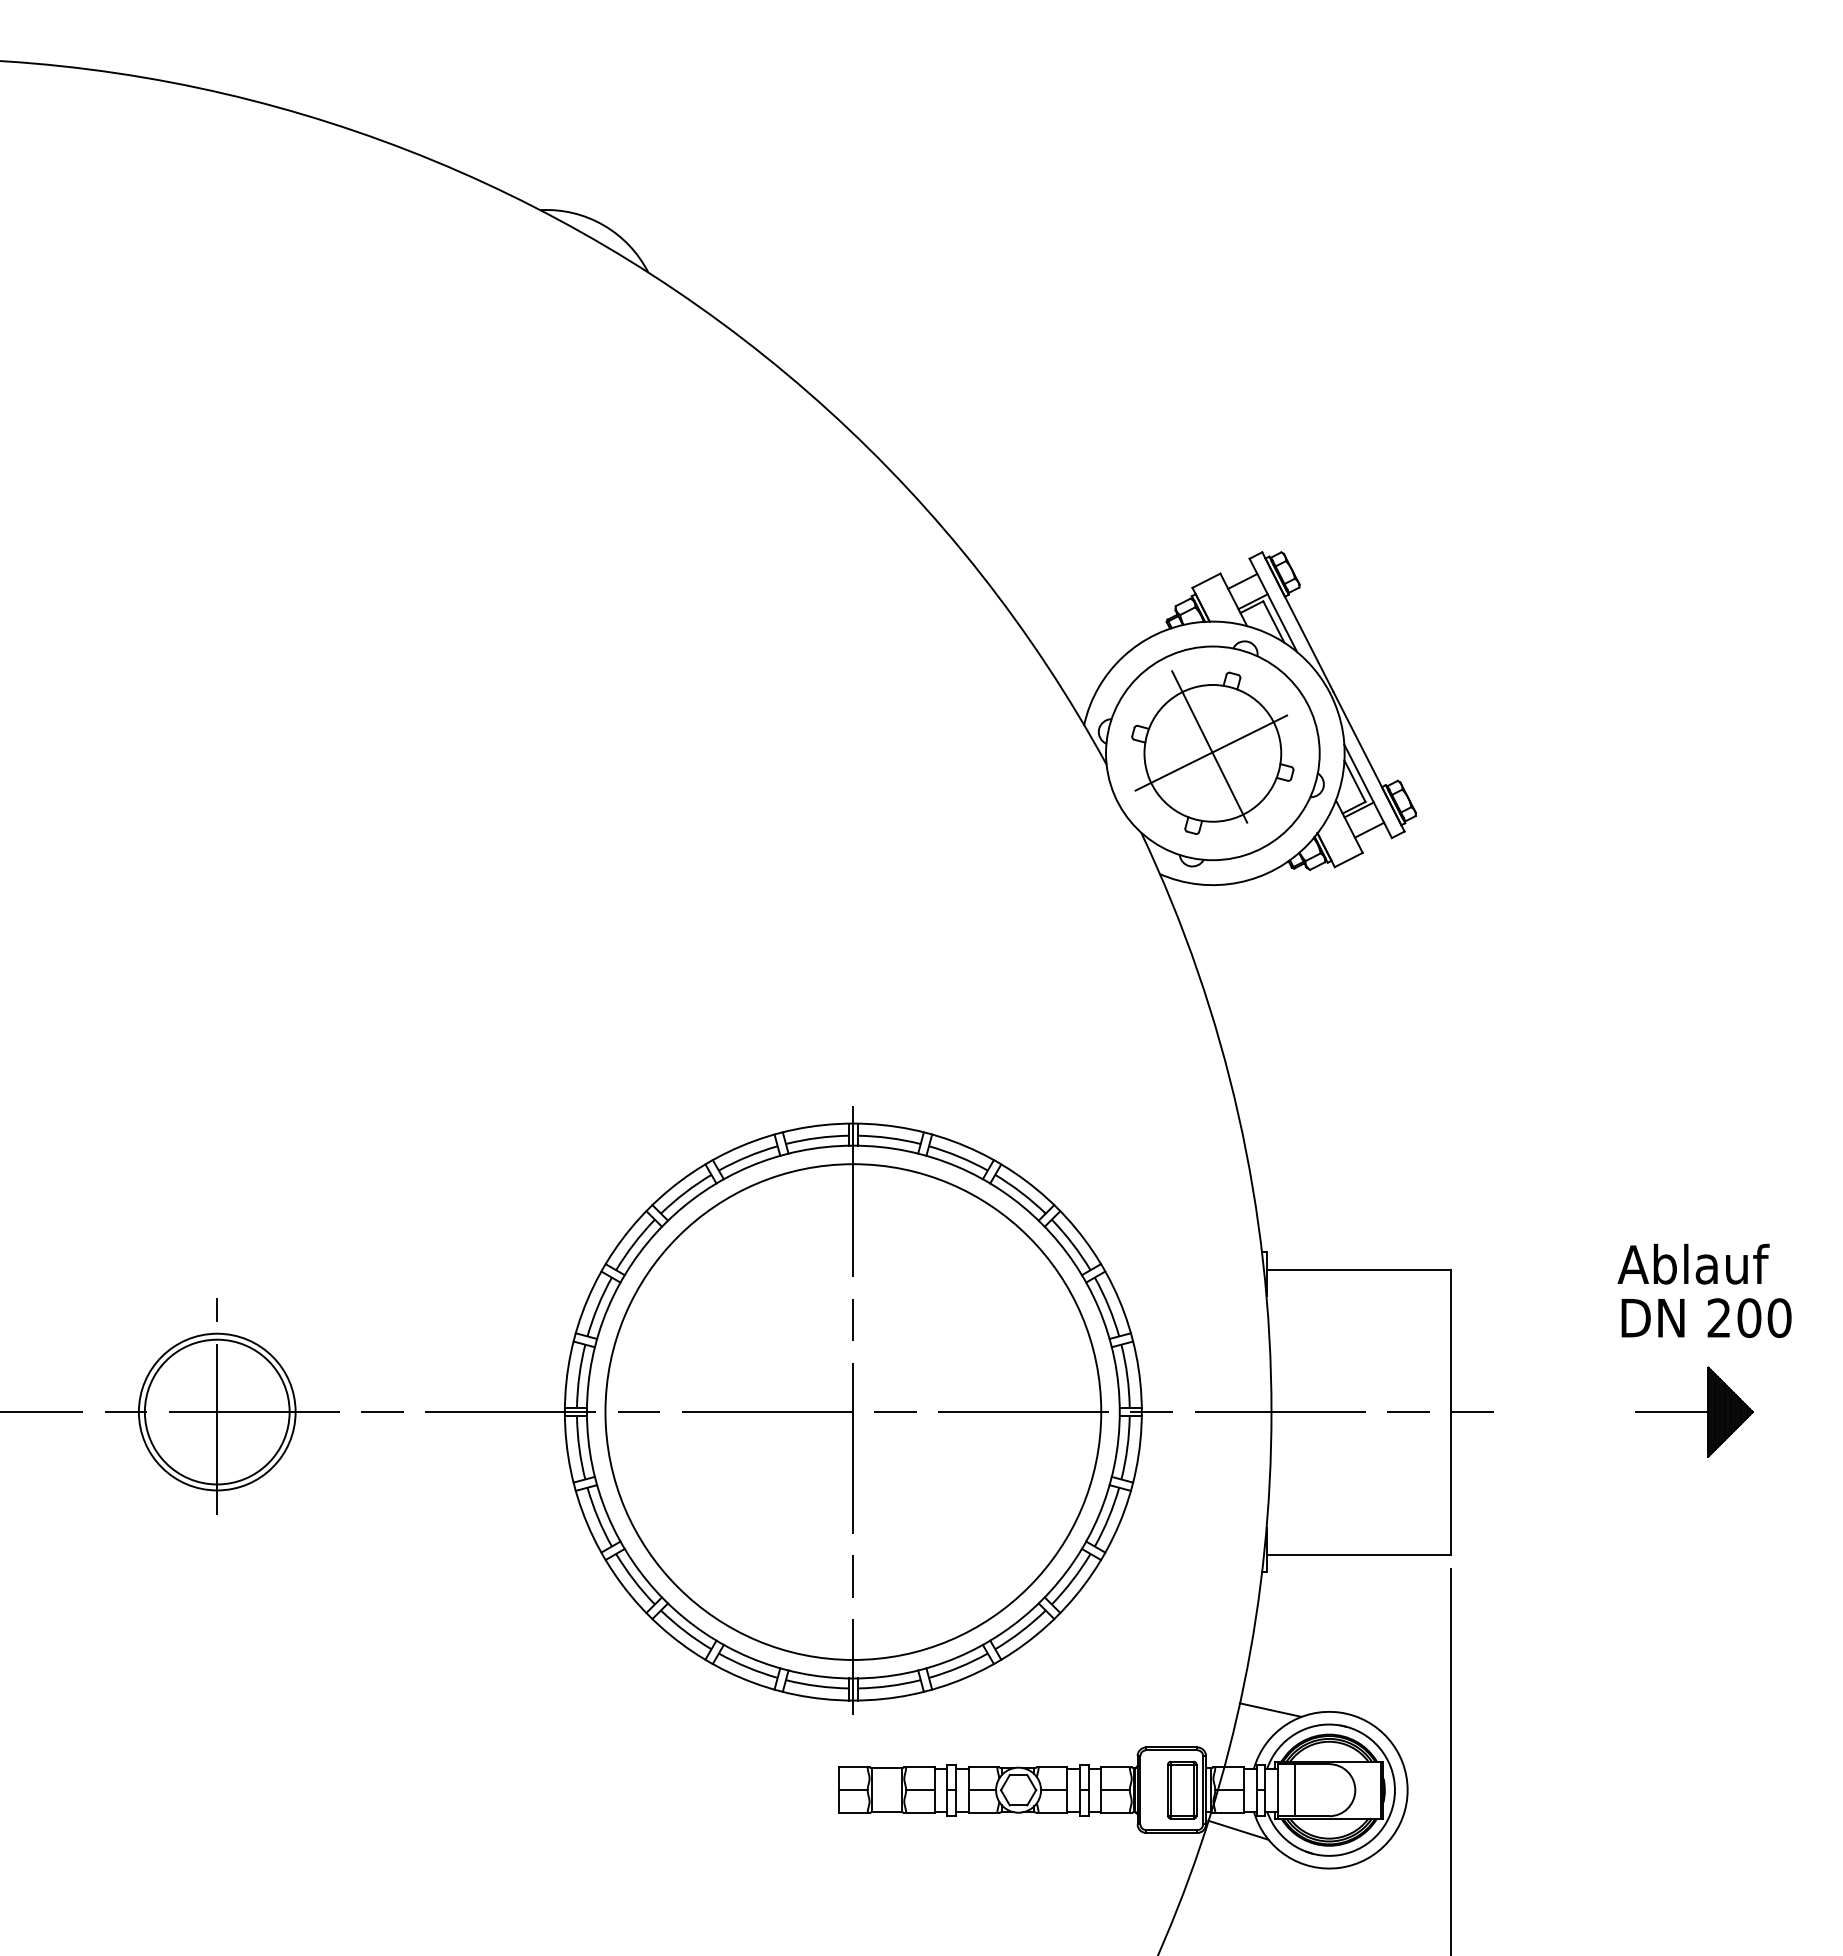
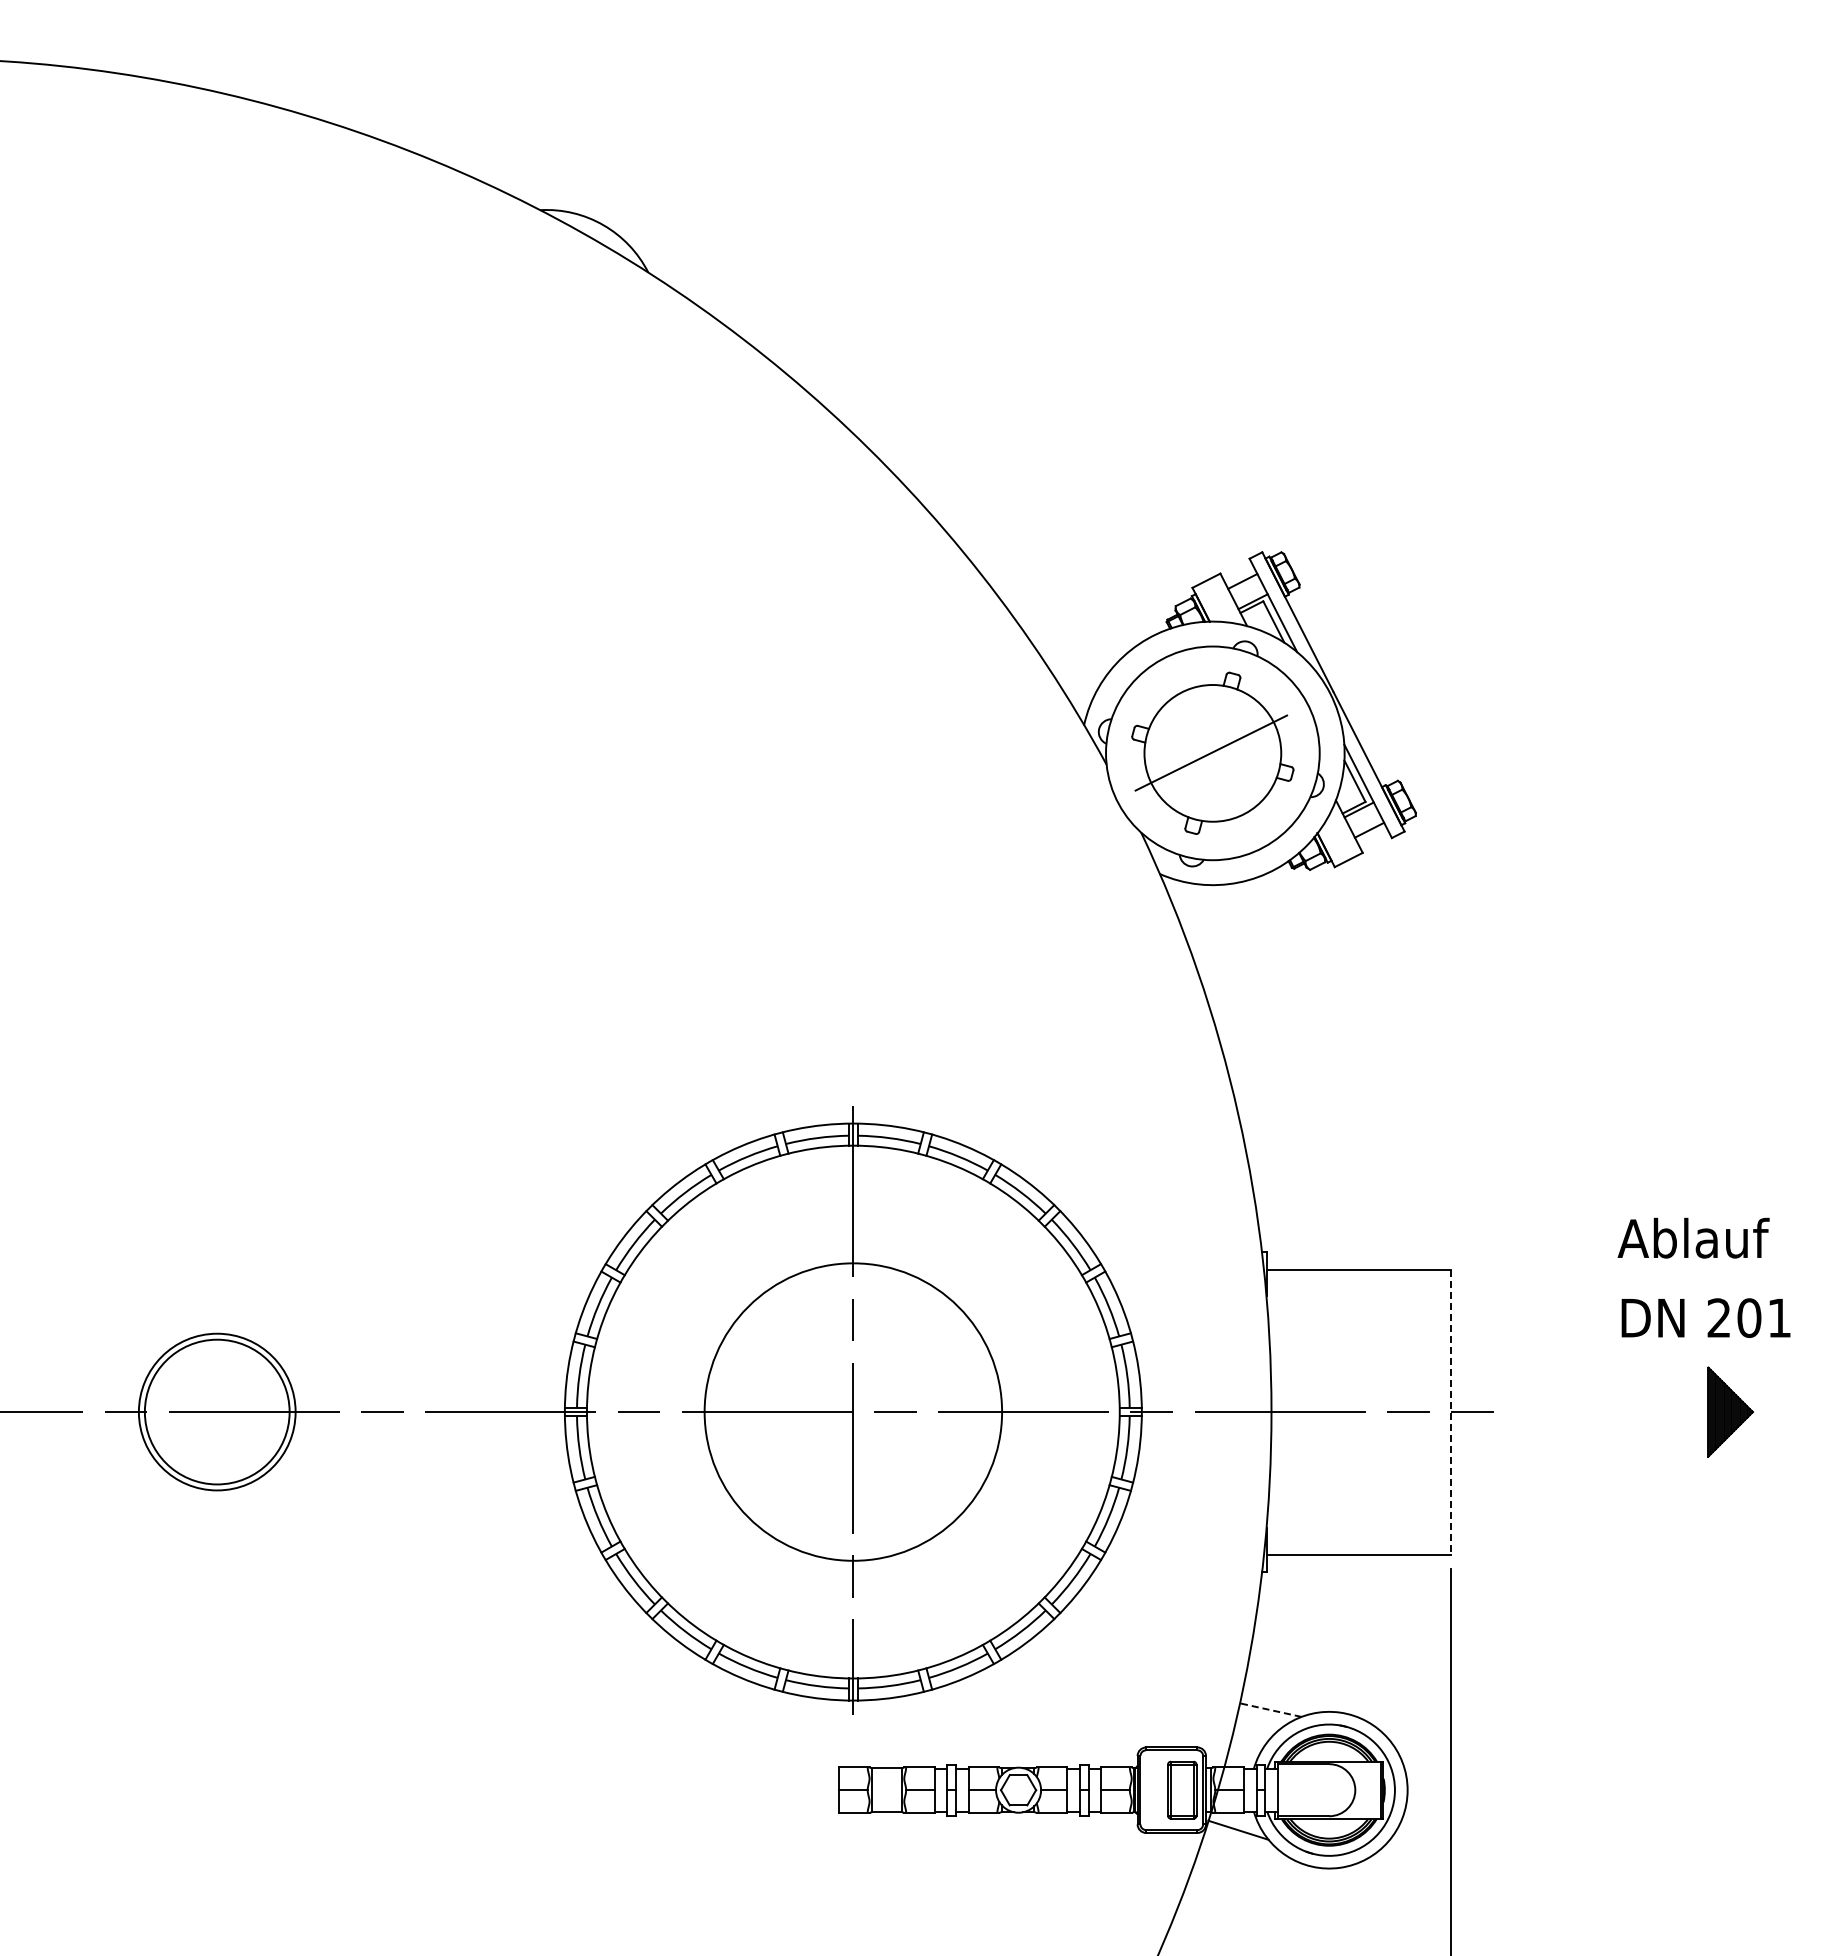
line at (1212, 753): present -> none
text at (1693, 1263) position: (1693, 1263) -> (1693, 1237)
text at (1779, 1318): 200 -> 201
line at (217, 1405): present -> none
circle at (853, 1411) diameter: 496 px -> 297 px
line at (1451, 1412): solid -> dashed
line at (1672, 1412): present -> none
line at (1270, 1710): solid -> dashed
line at (1295, 1790): present -> none
